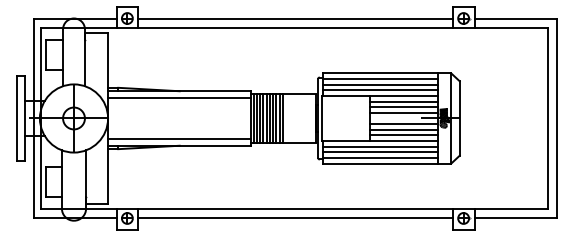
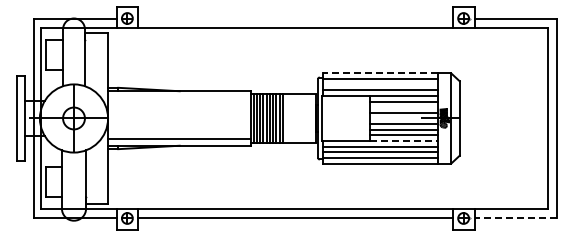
line at (295, 18): present -> none
line at (380, 73): solid -> dashed
line at (380, 84): present -> none
line at (179, 98): present -> none
line at (404, 107): present -> none
line at (404, 141): solid -> dashed
line at (515, 218): solid -> dashed
